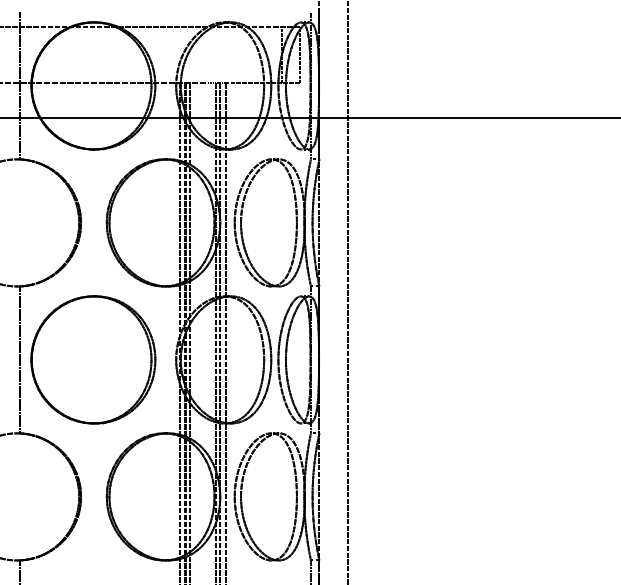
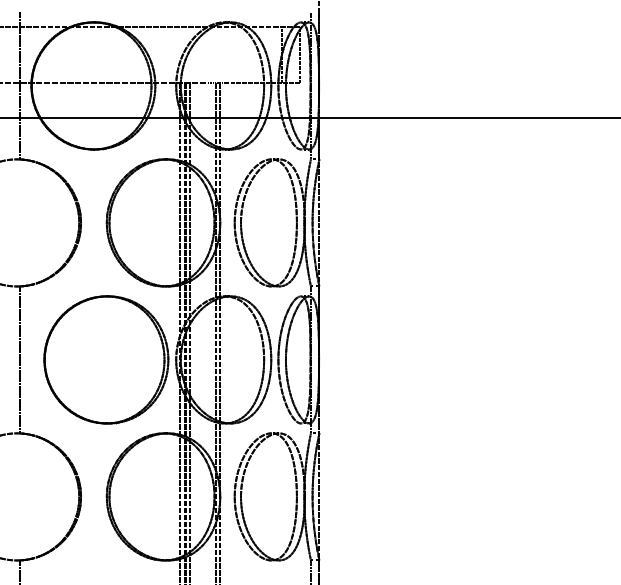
line at (347, 291): present -> none
line at (225, 332): present -> none
part at (93, 359) position: (93, 359) -> (106, 359)
